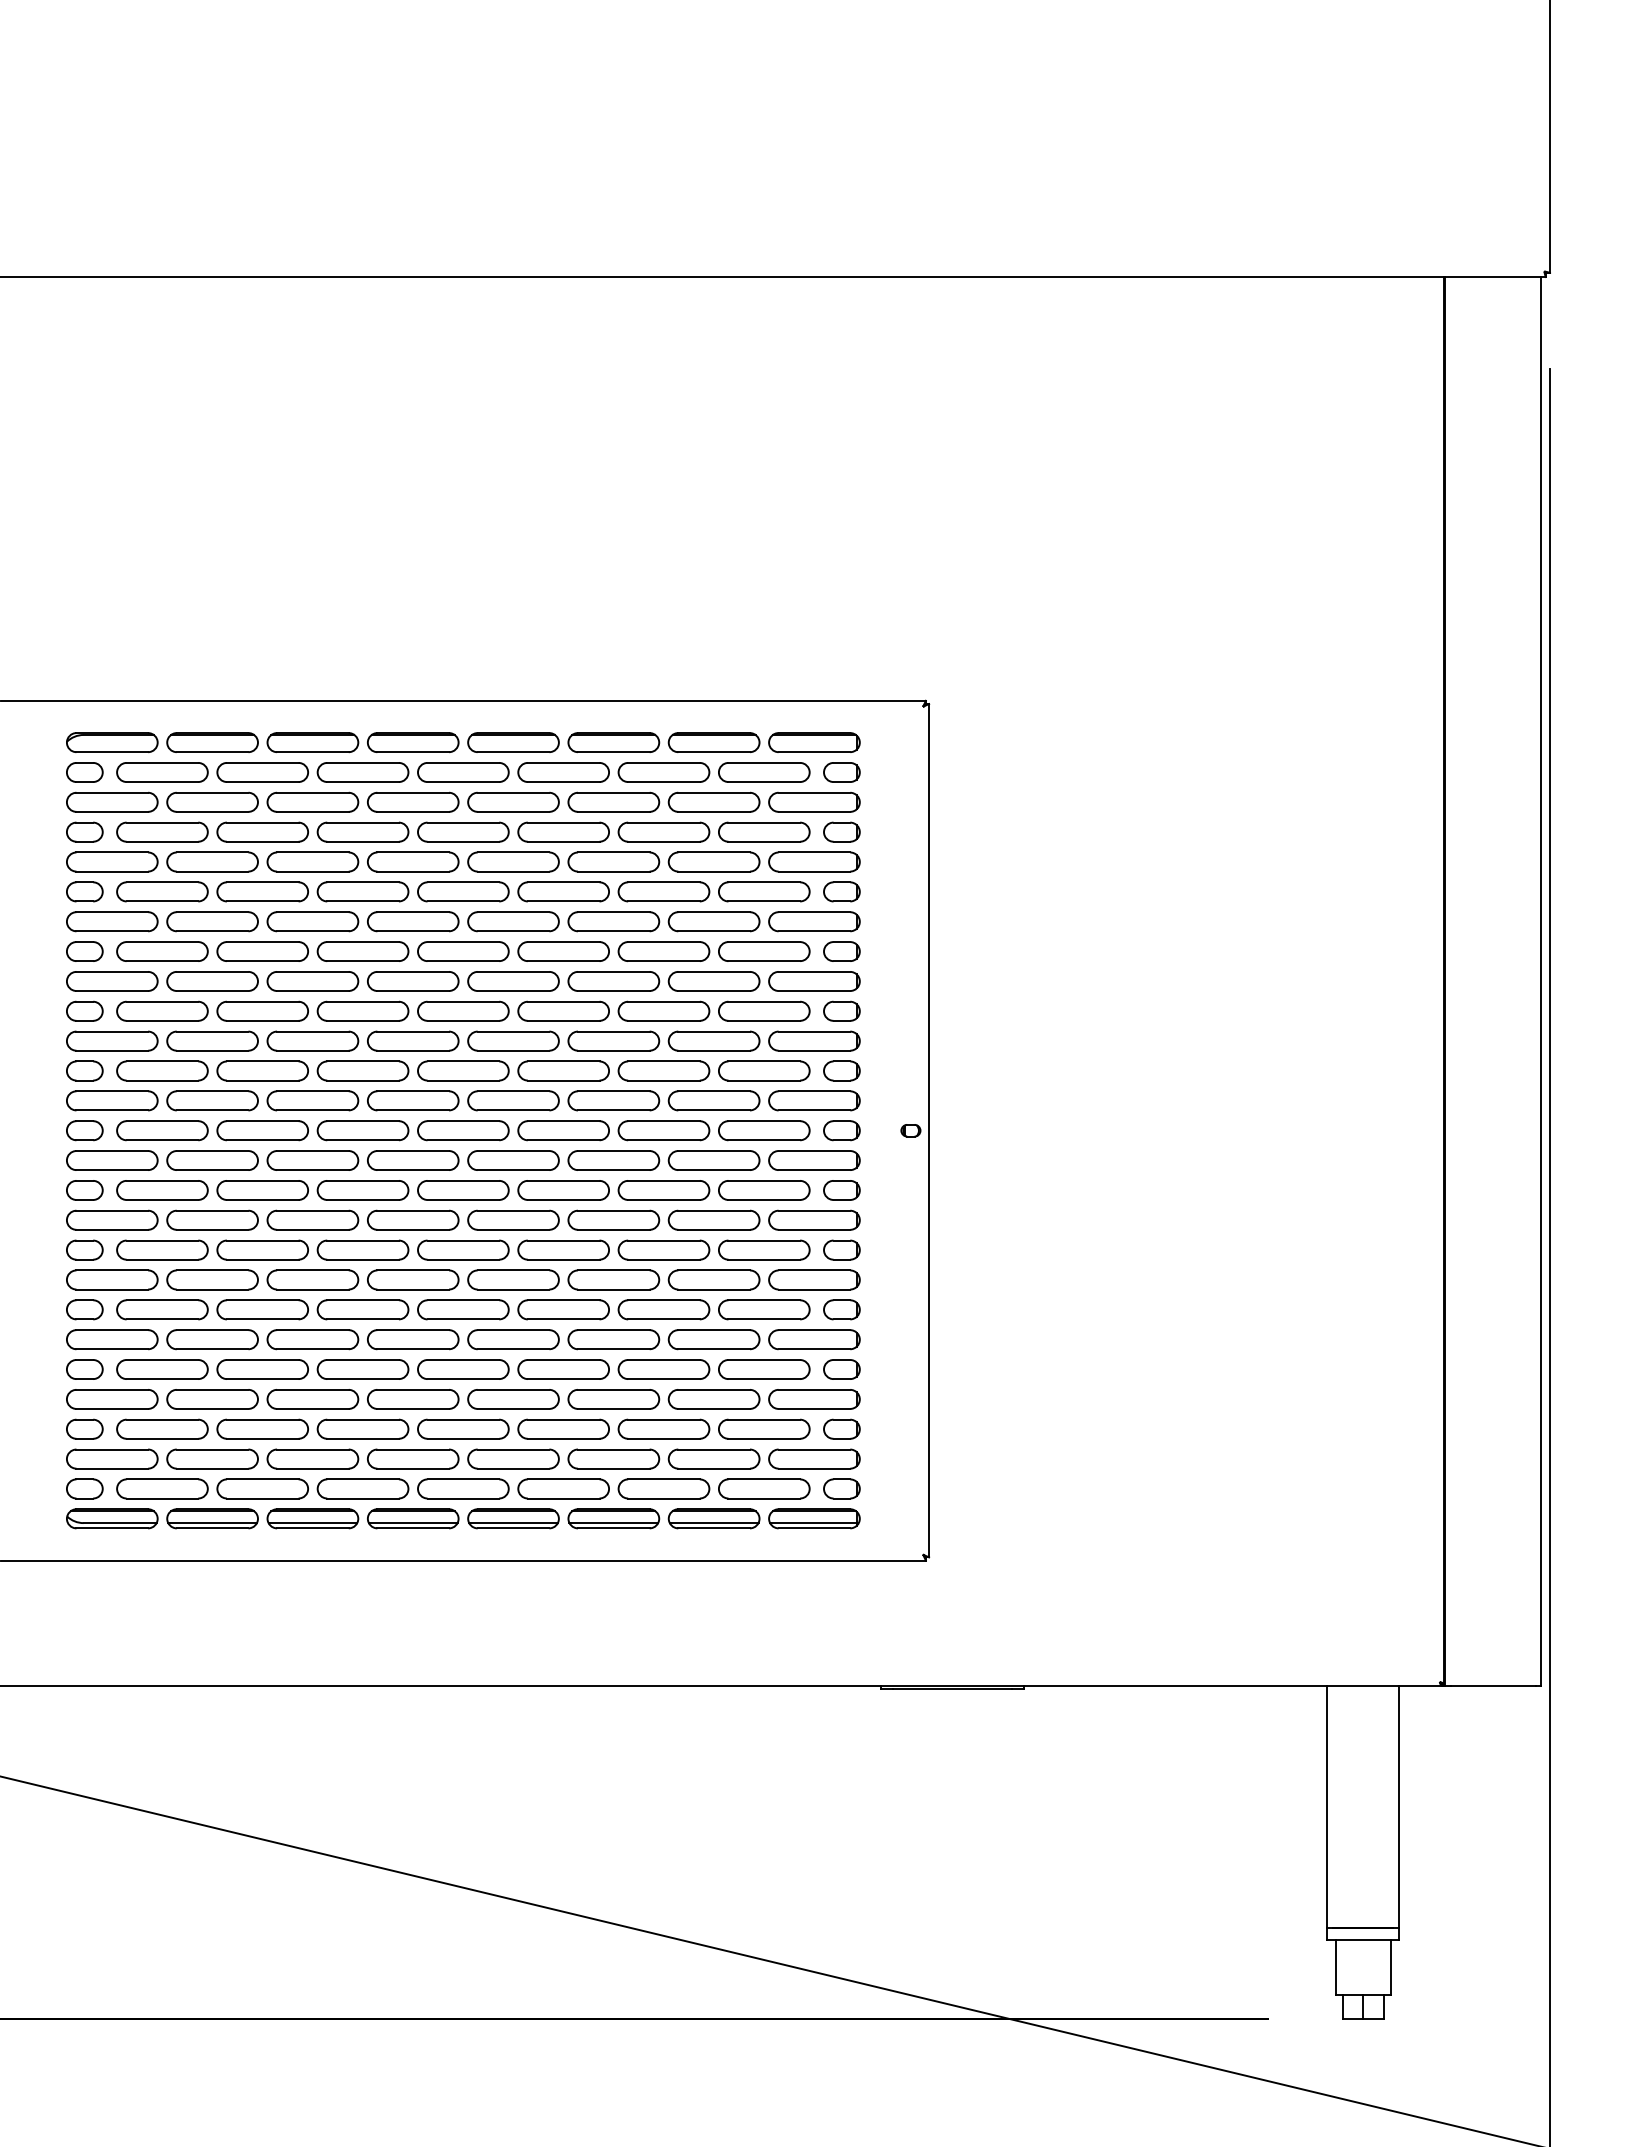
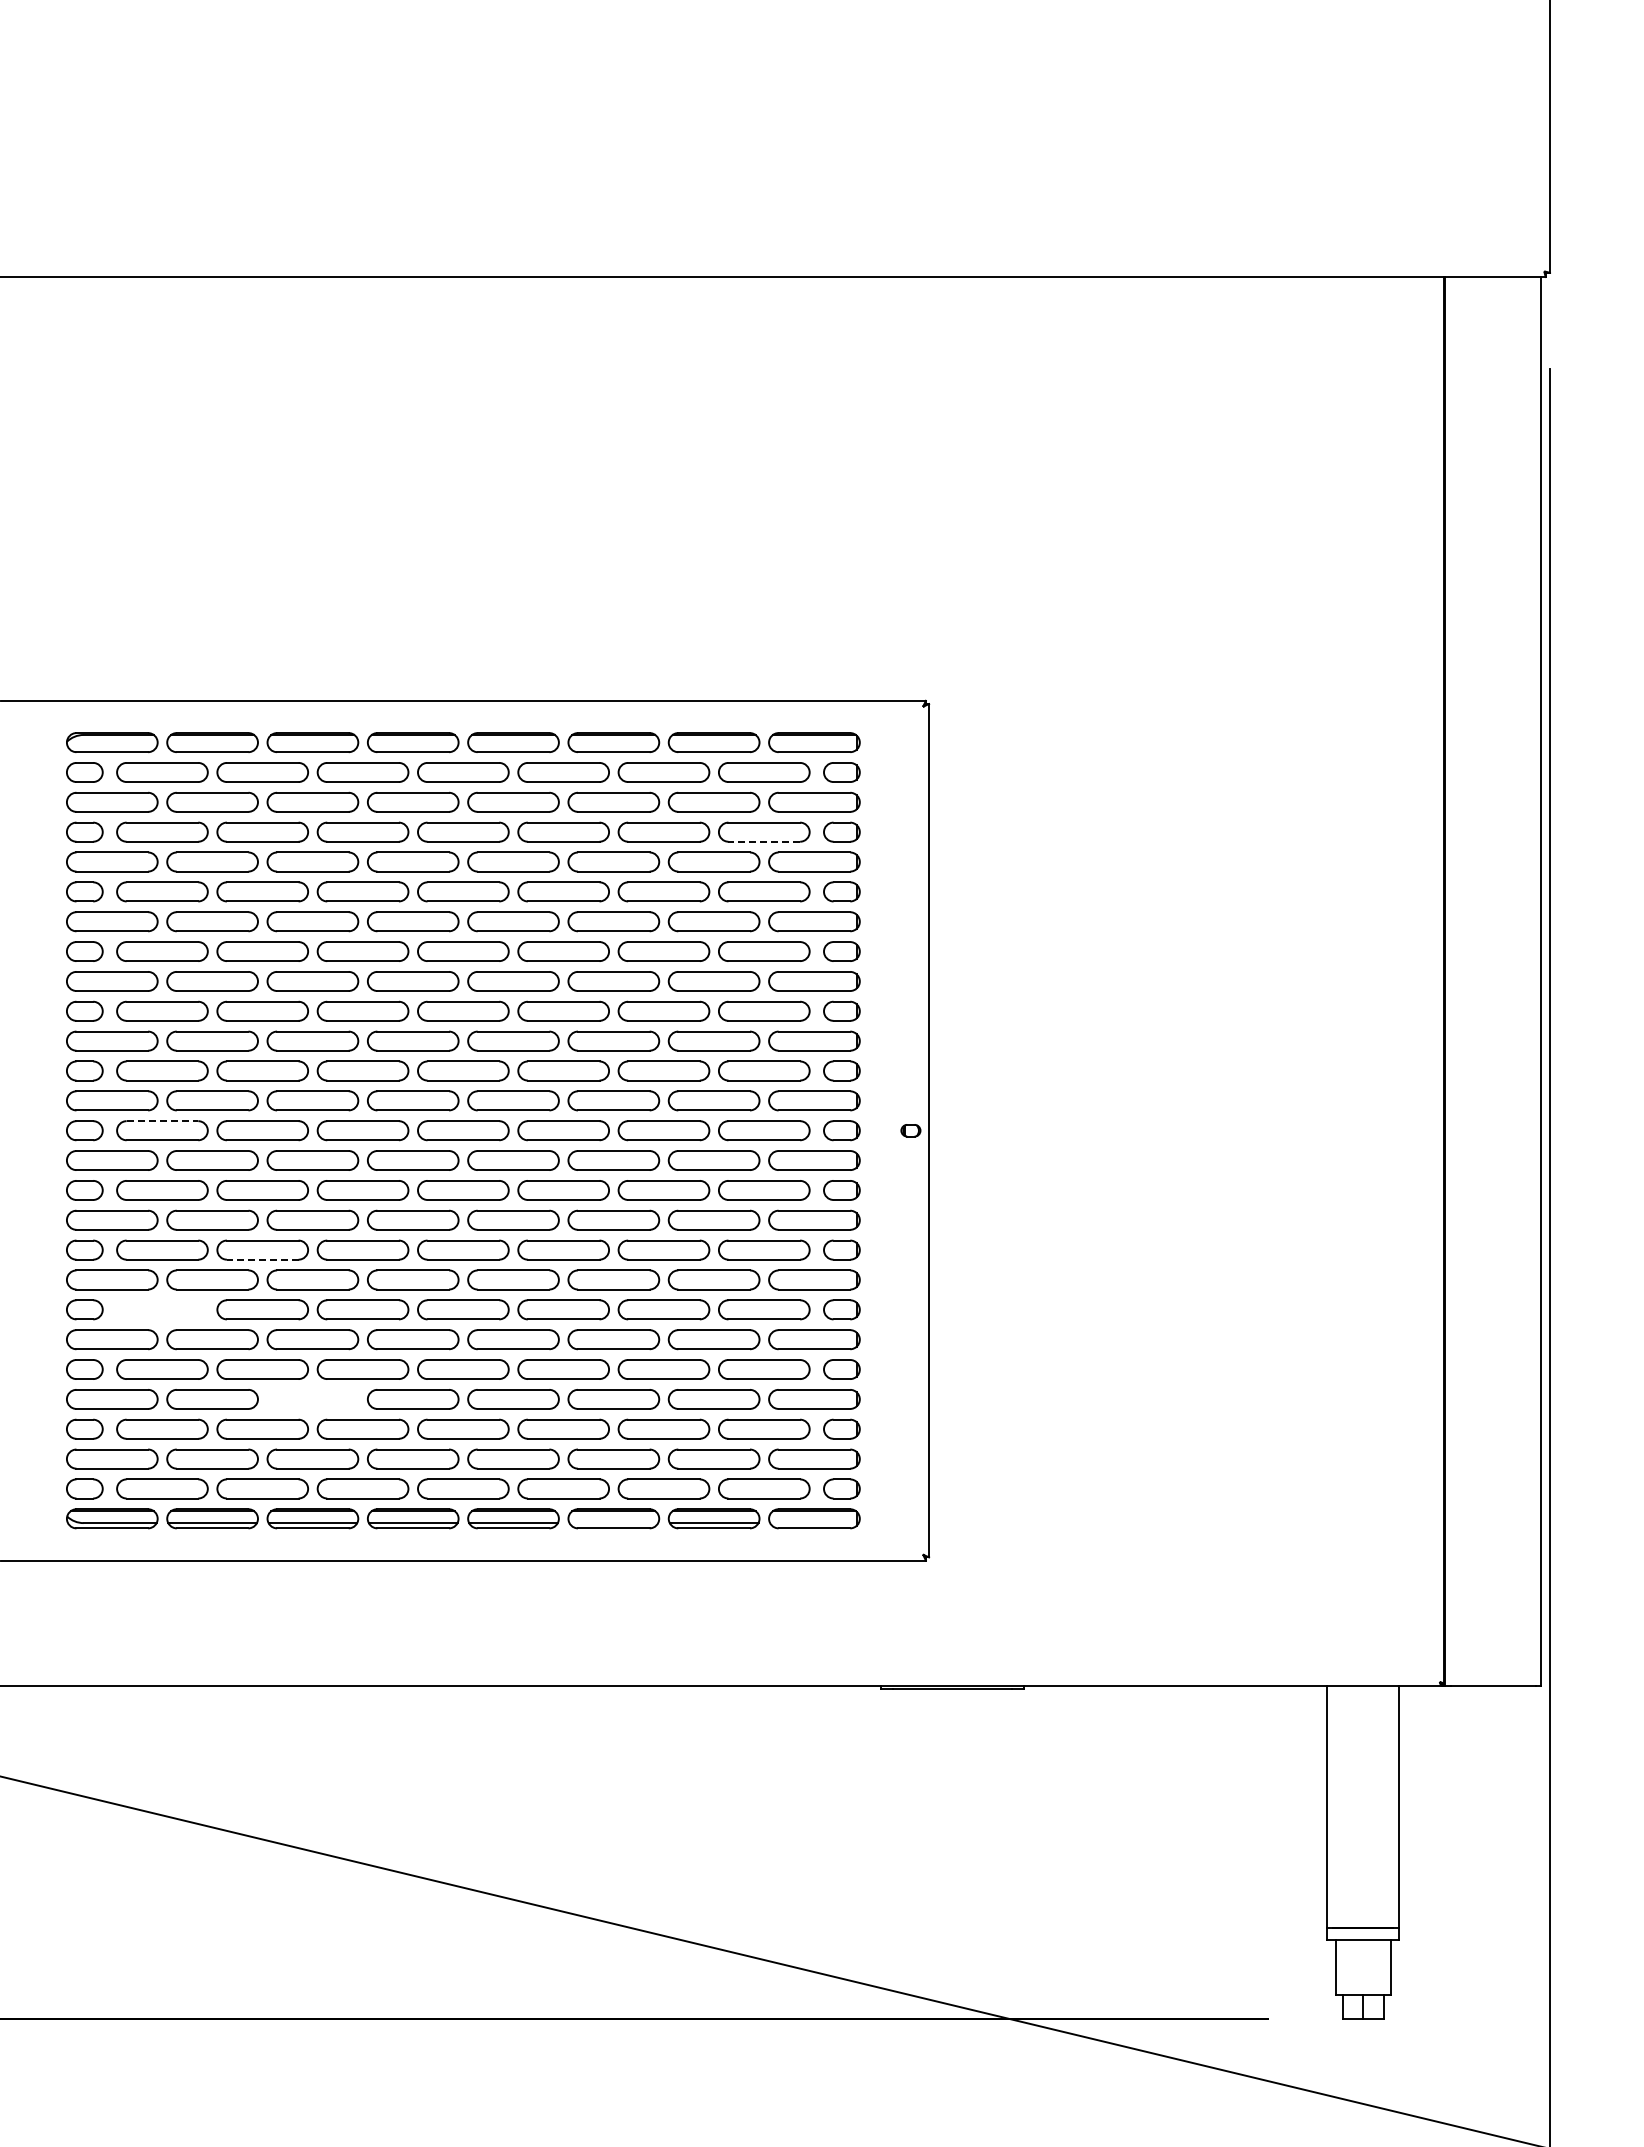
line at (764, 841): solid -> dashed
line at (162, 1121): solid -> dashed
line at (262, 1259): solid -> dashed
part at (162, 1309): present -> none
part at (312, 1399): present -> none
line at (613, 1523): present -> none
line at (813, 1523): present -> none
